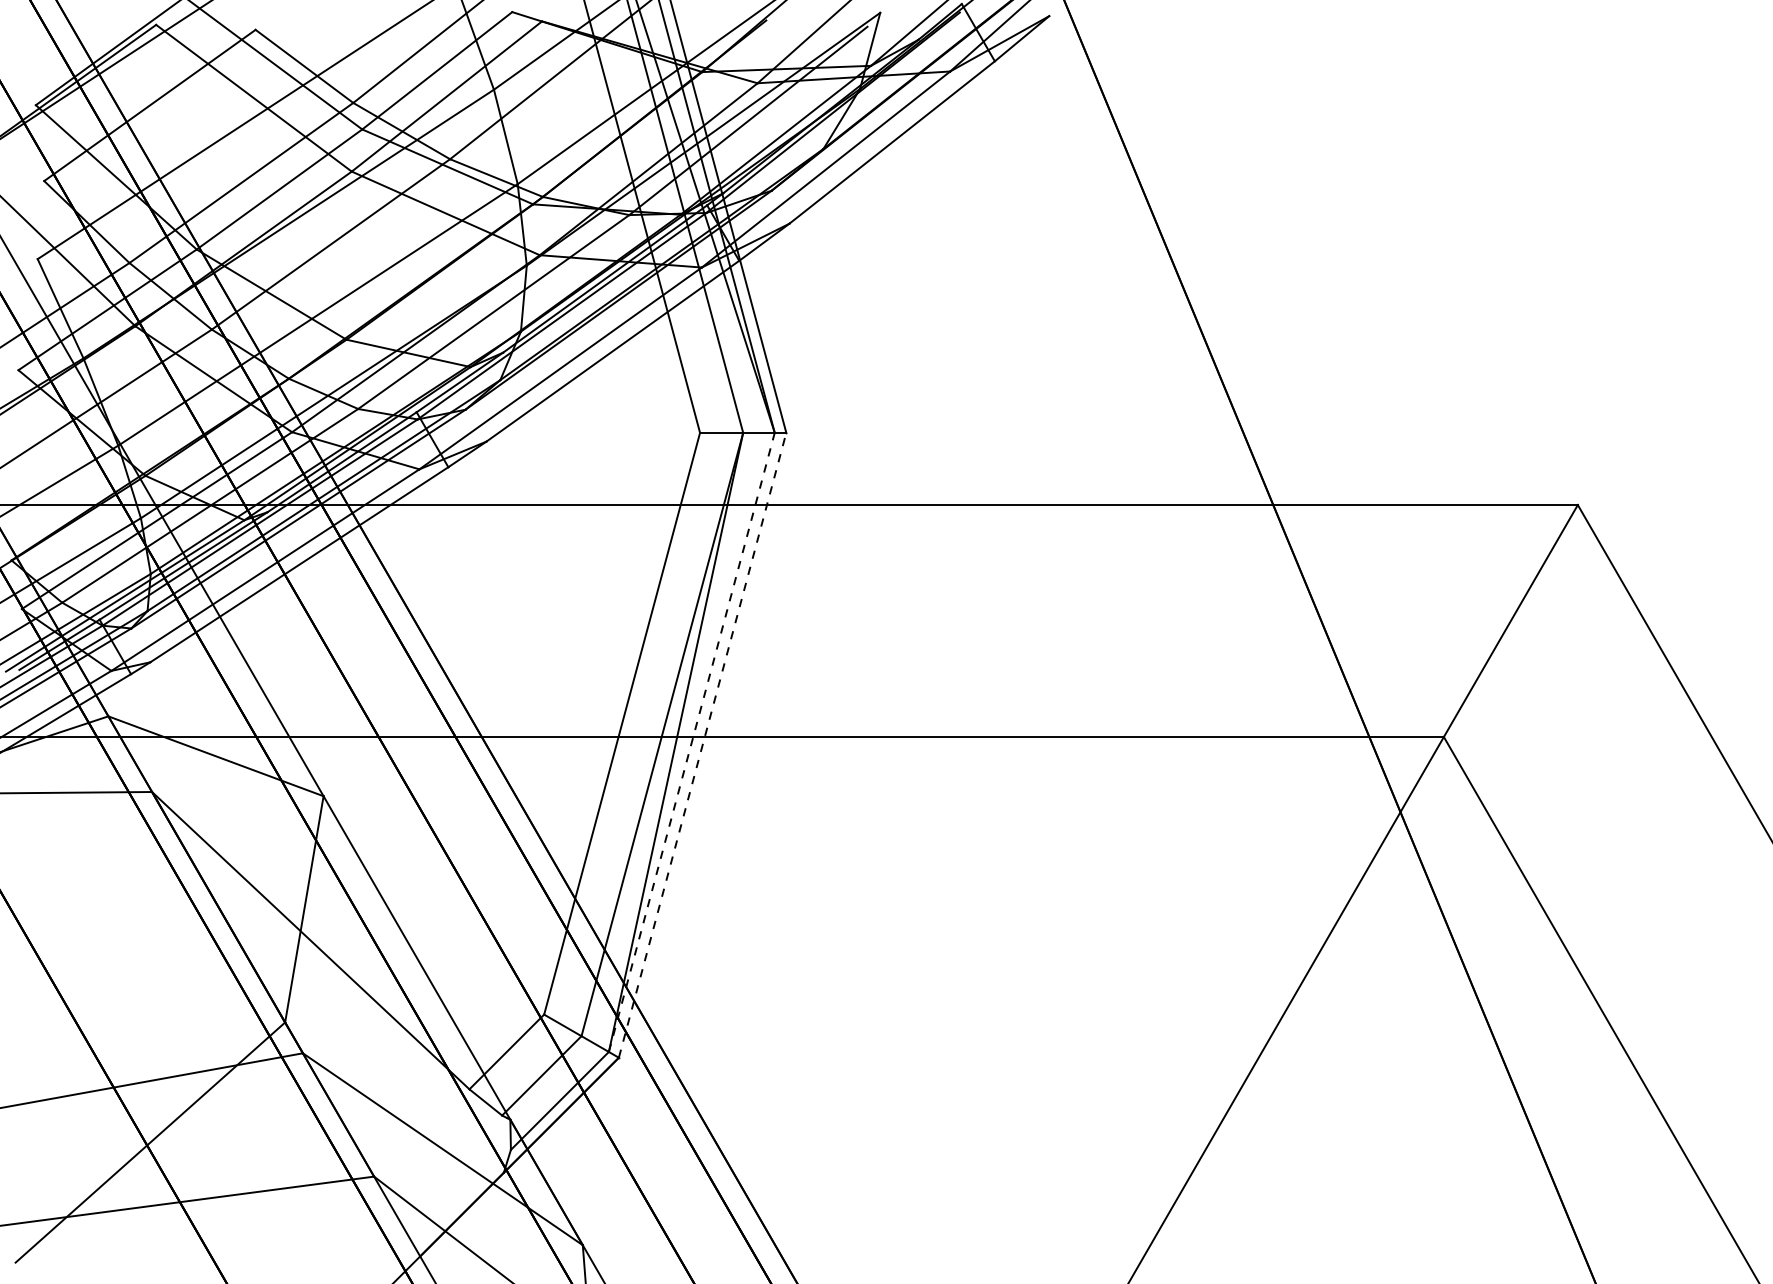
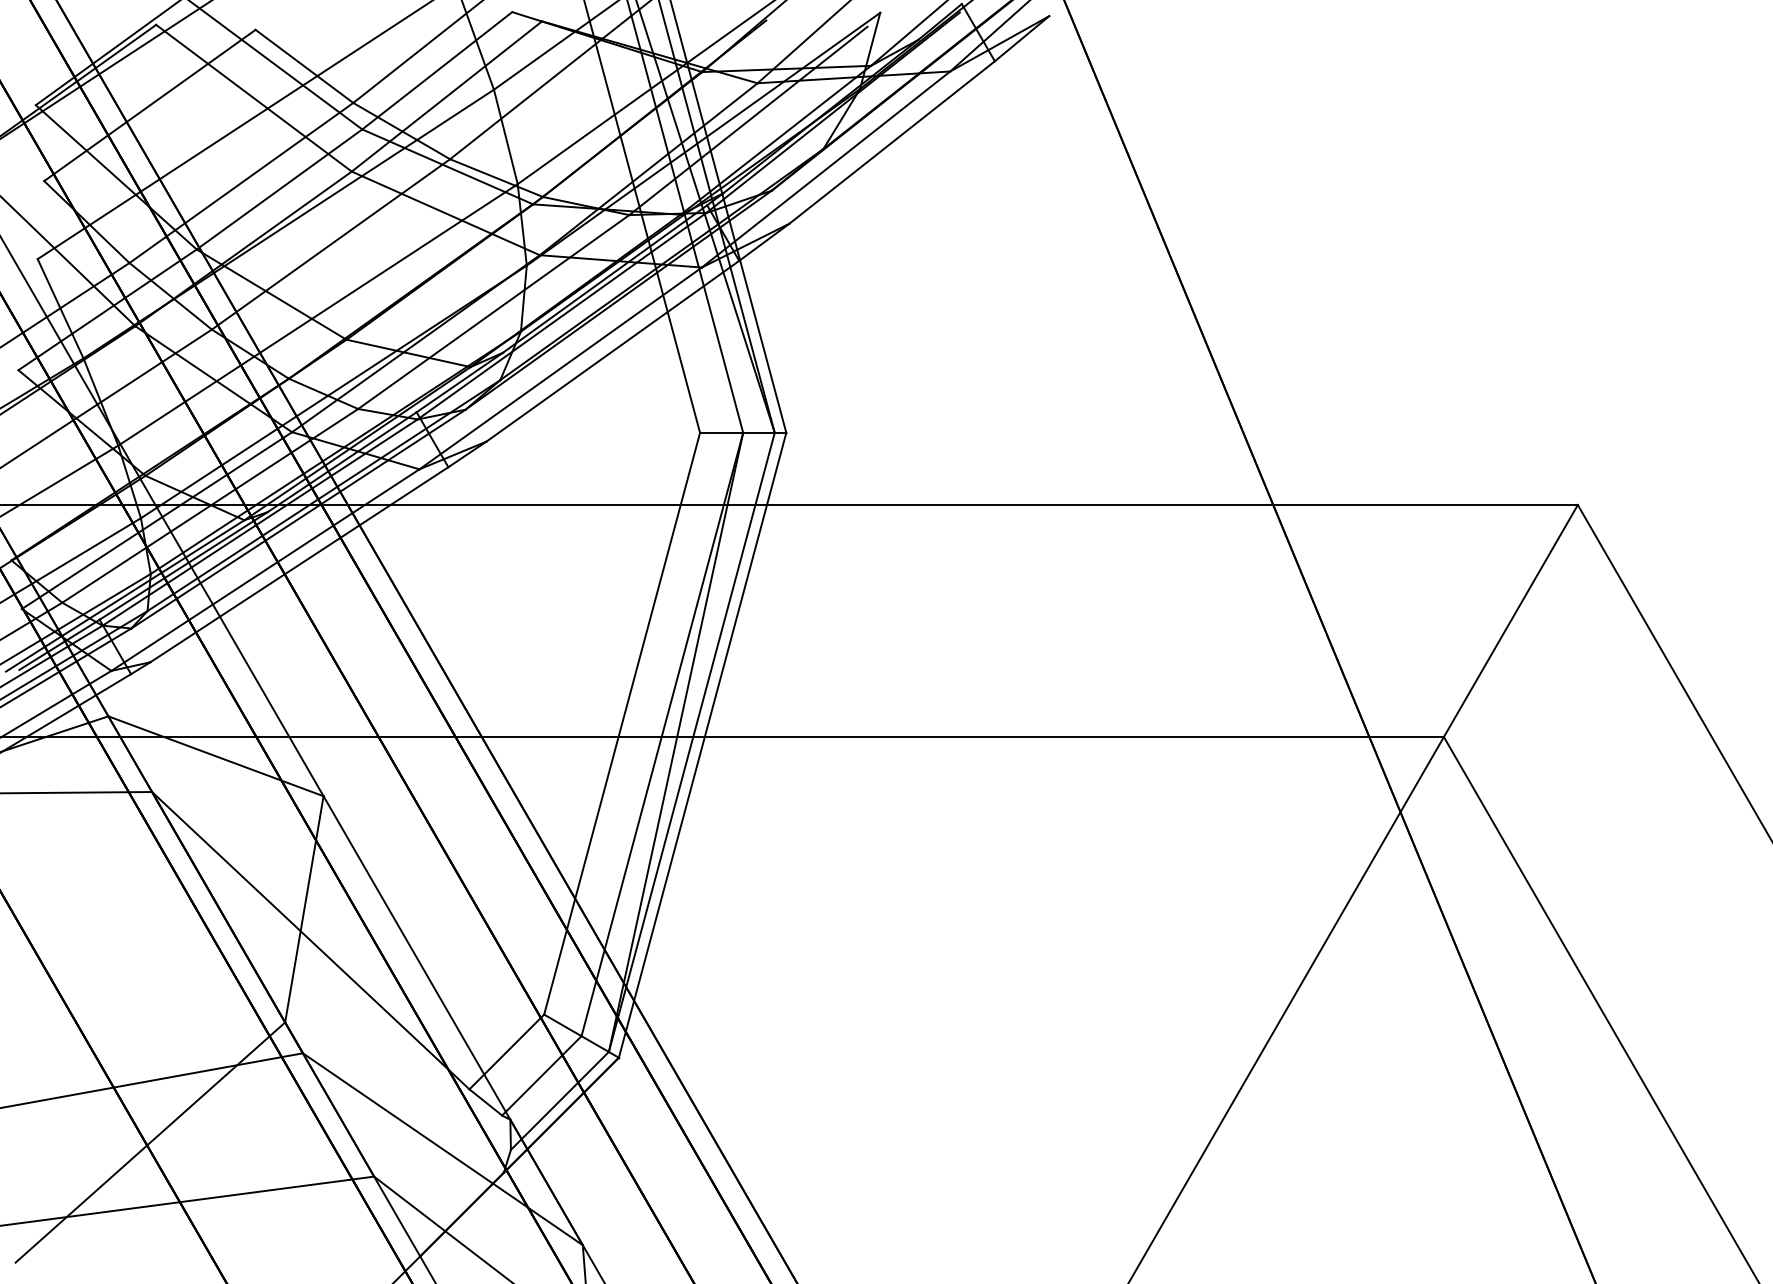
line at (691, 741): dashed -> solid
line at (702, 744): dashed -> solid
